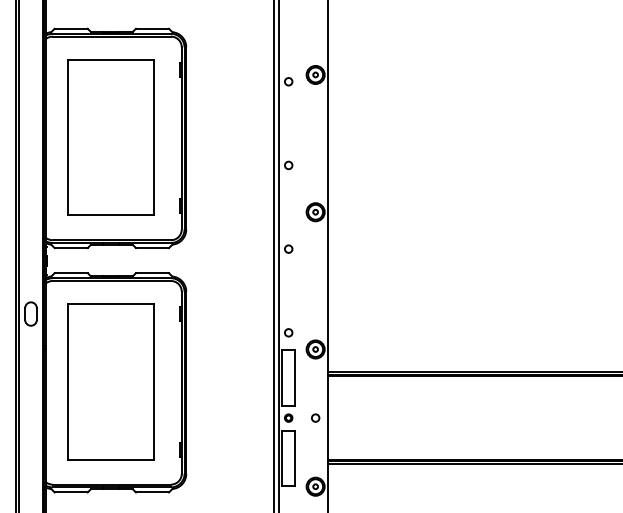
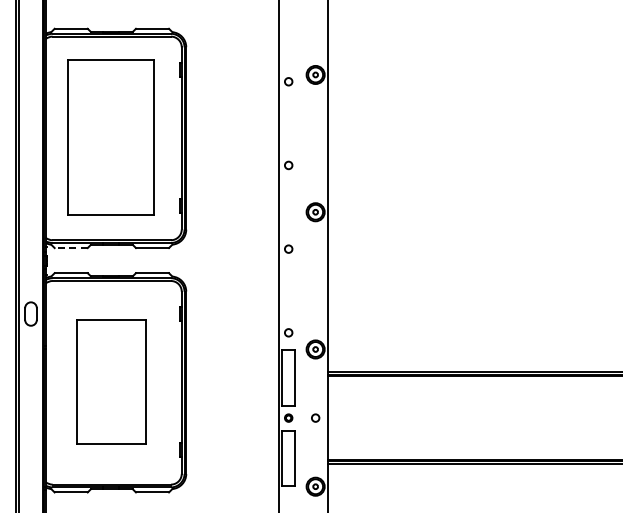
line at (71, 248): solid -> dashed
line at (273, 255): present -> none
part at (110, 381) size: 88x158 px -> 71x126 px
